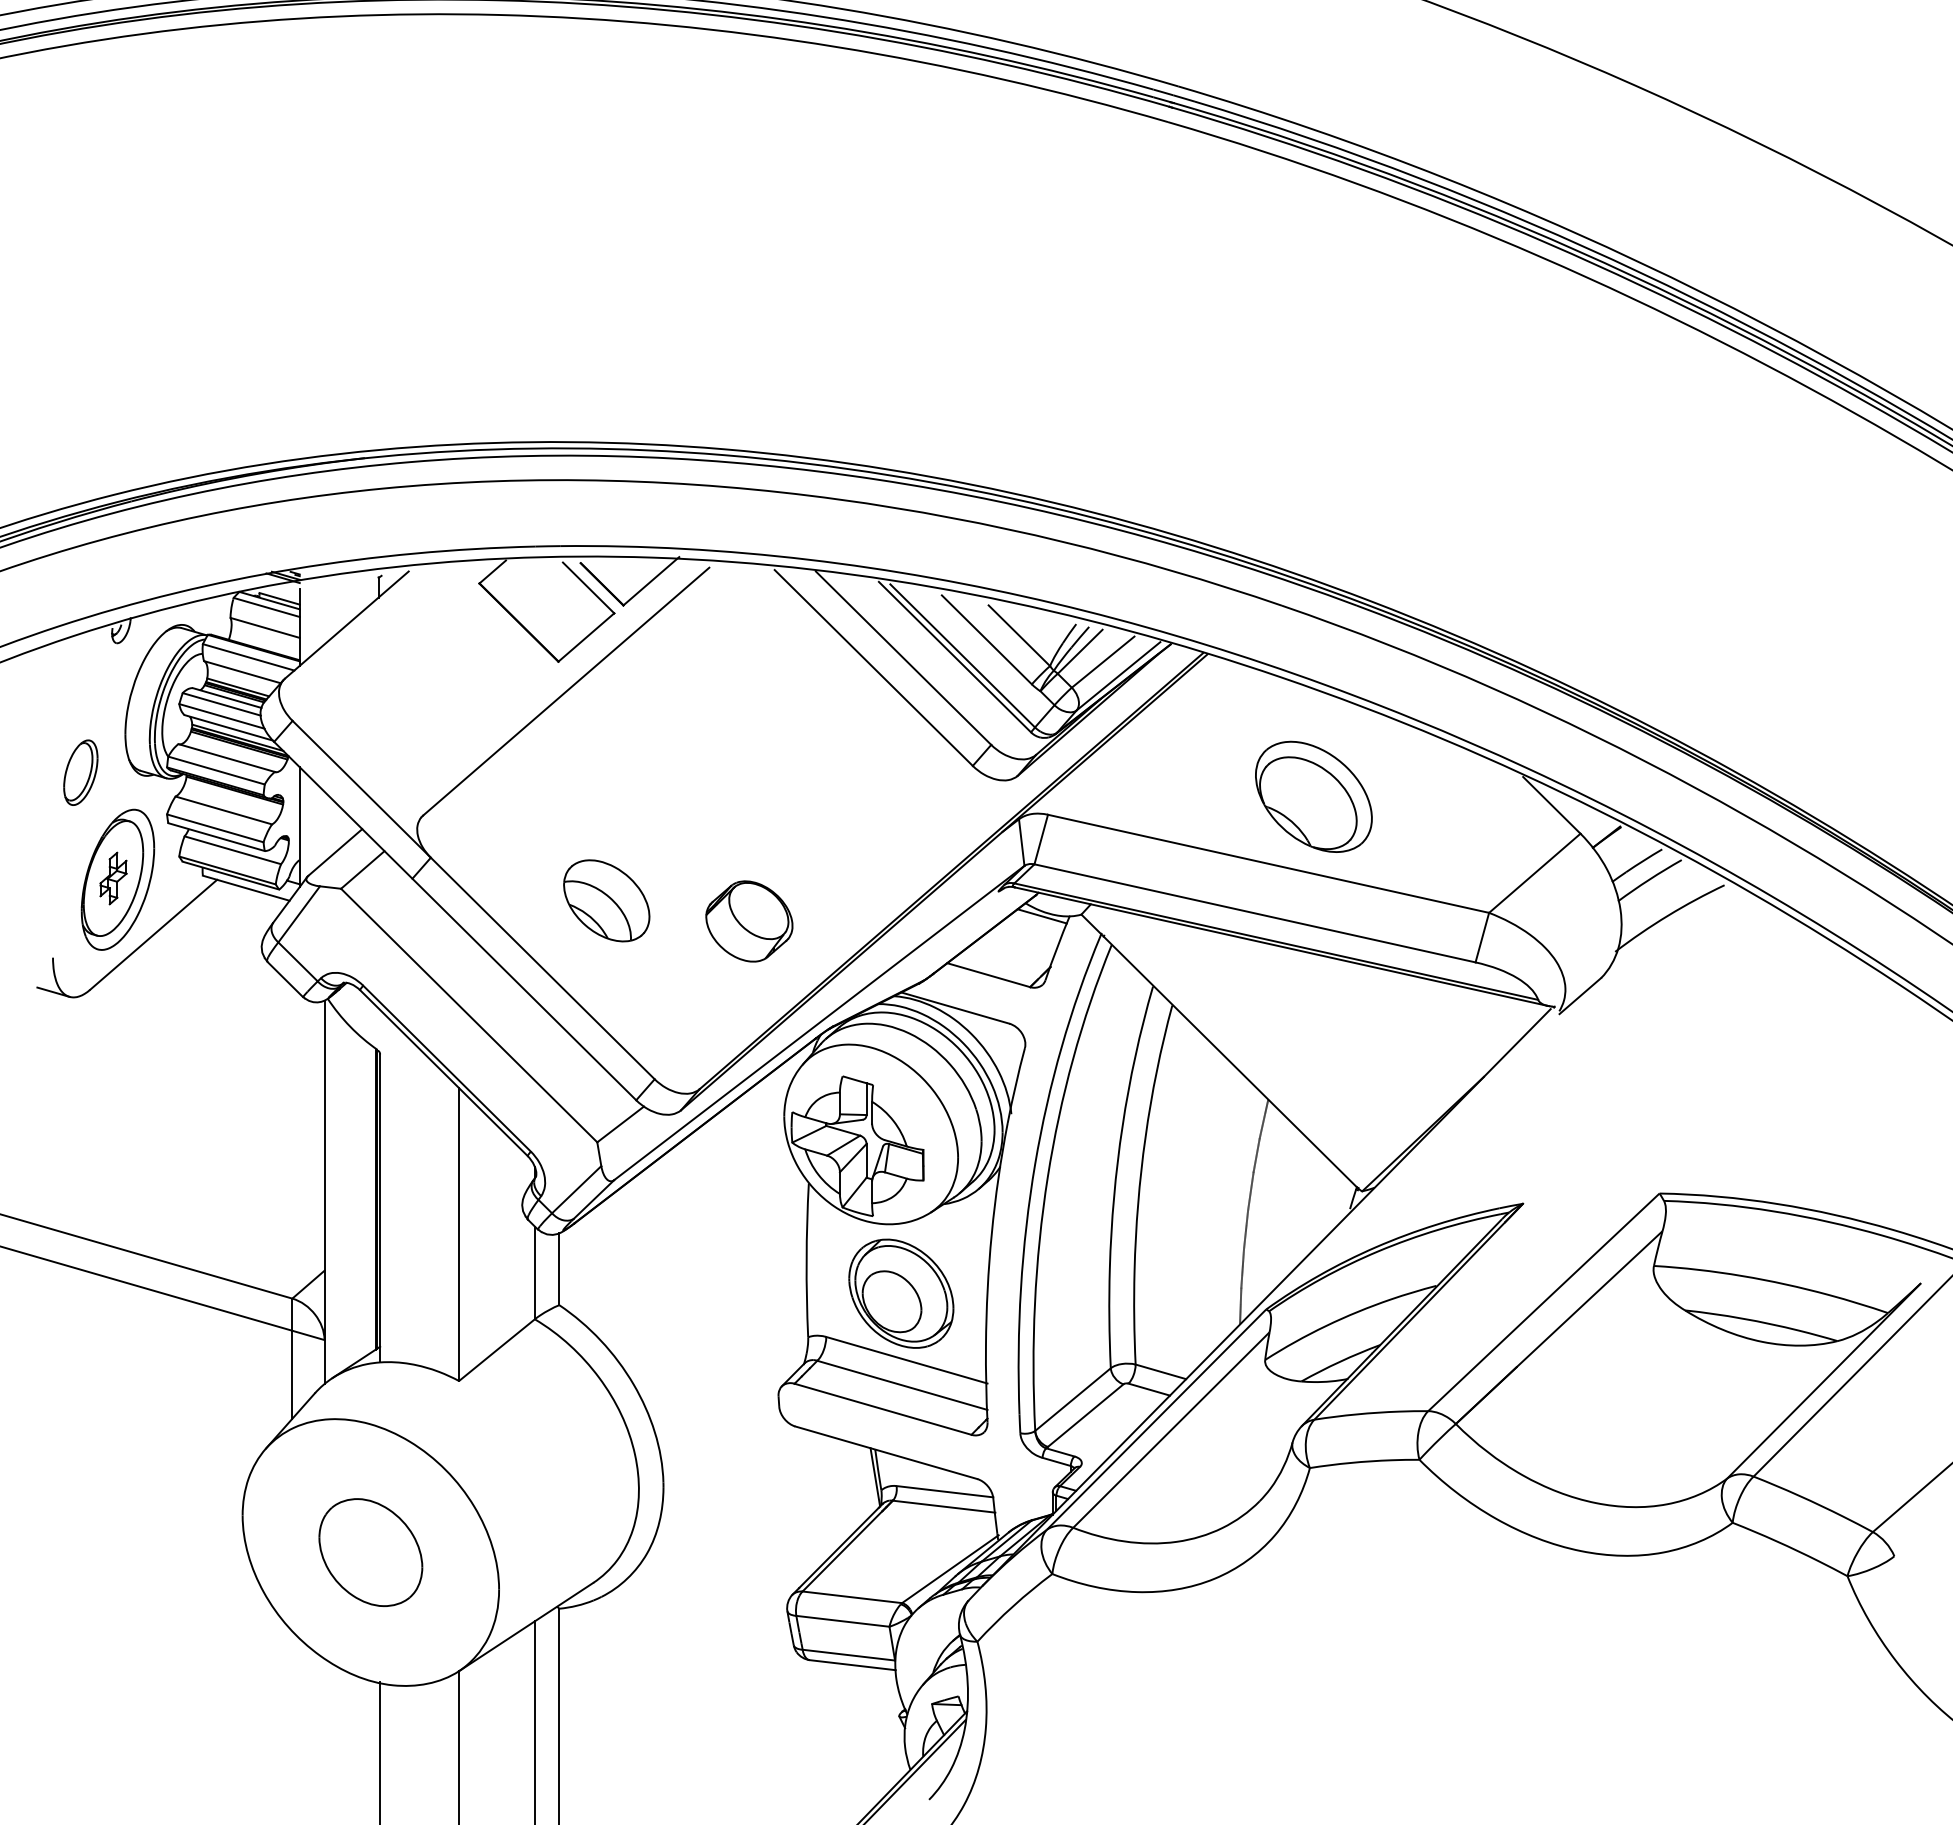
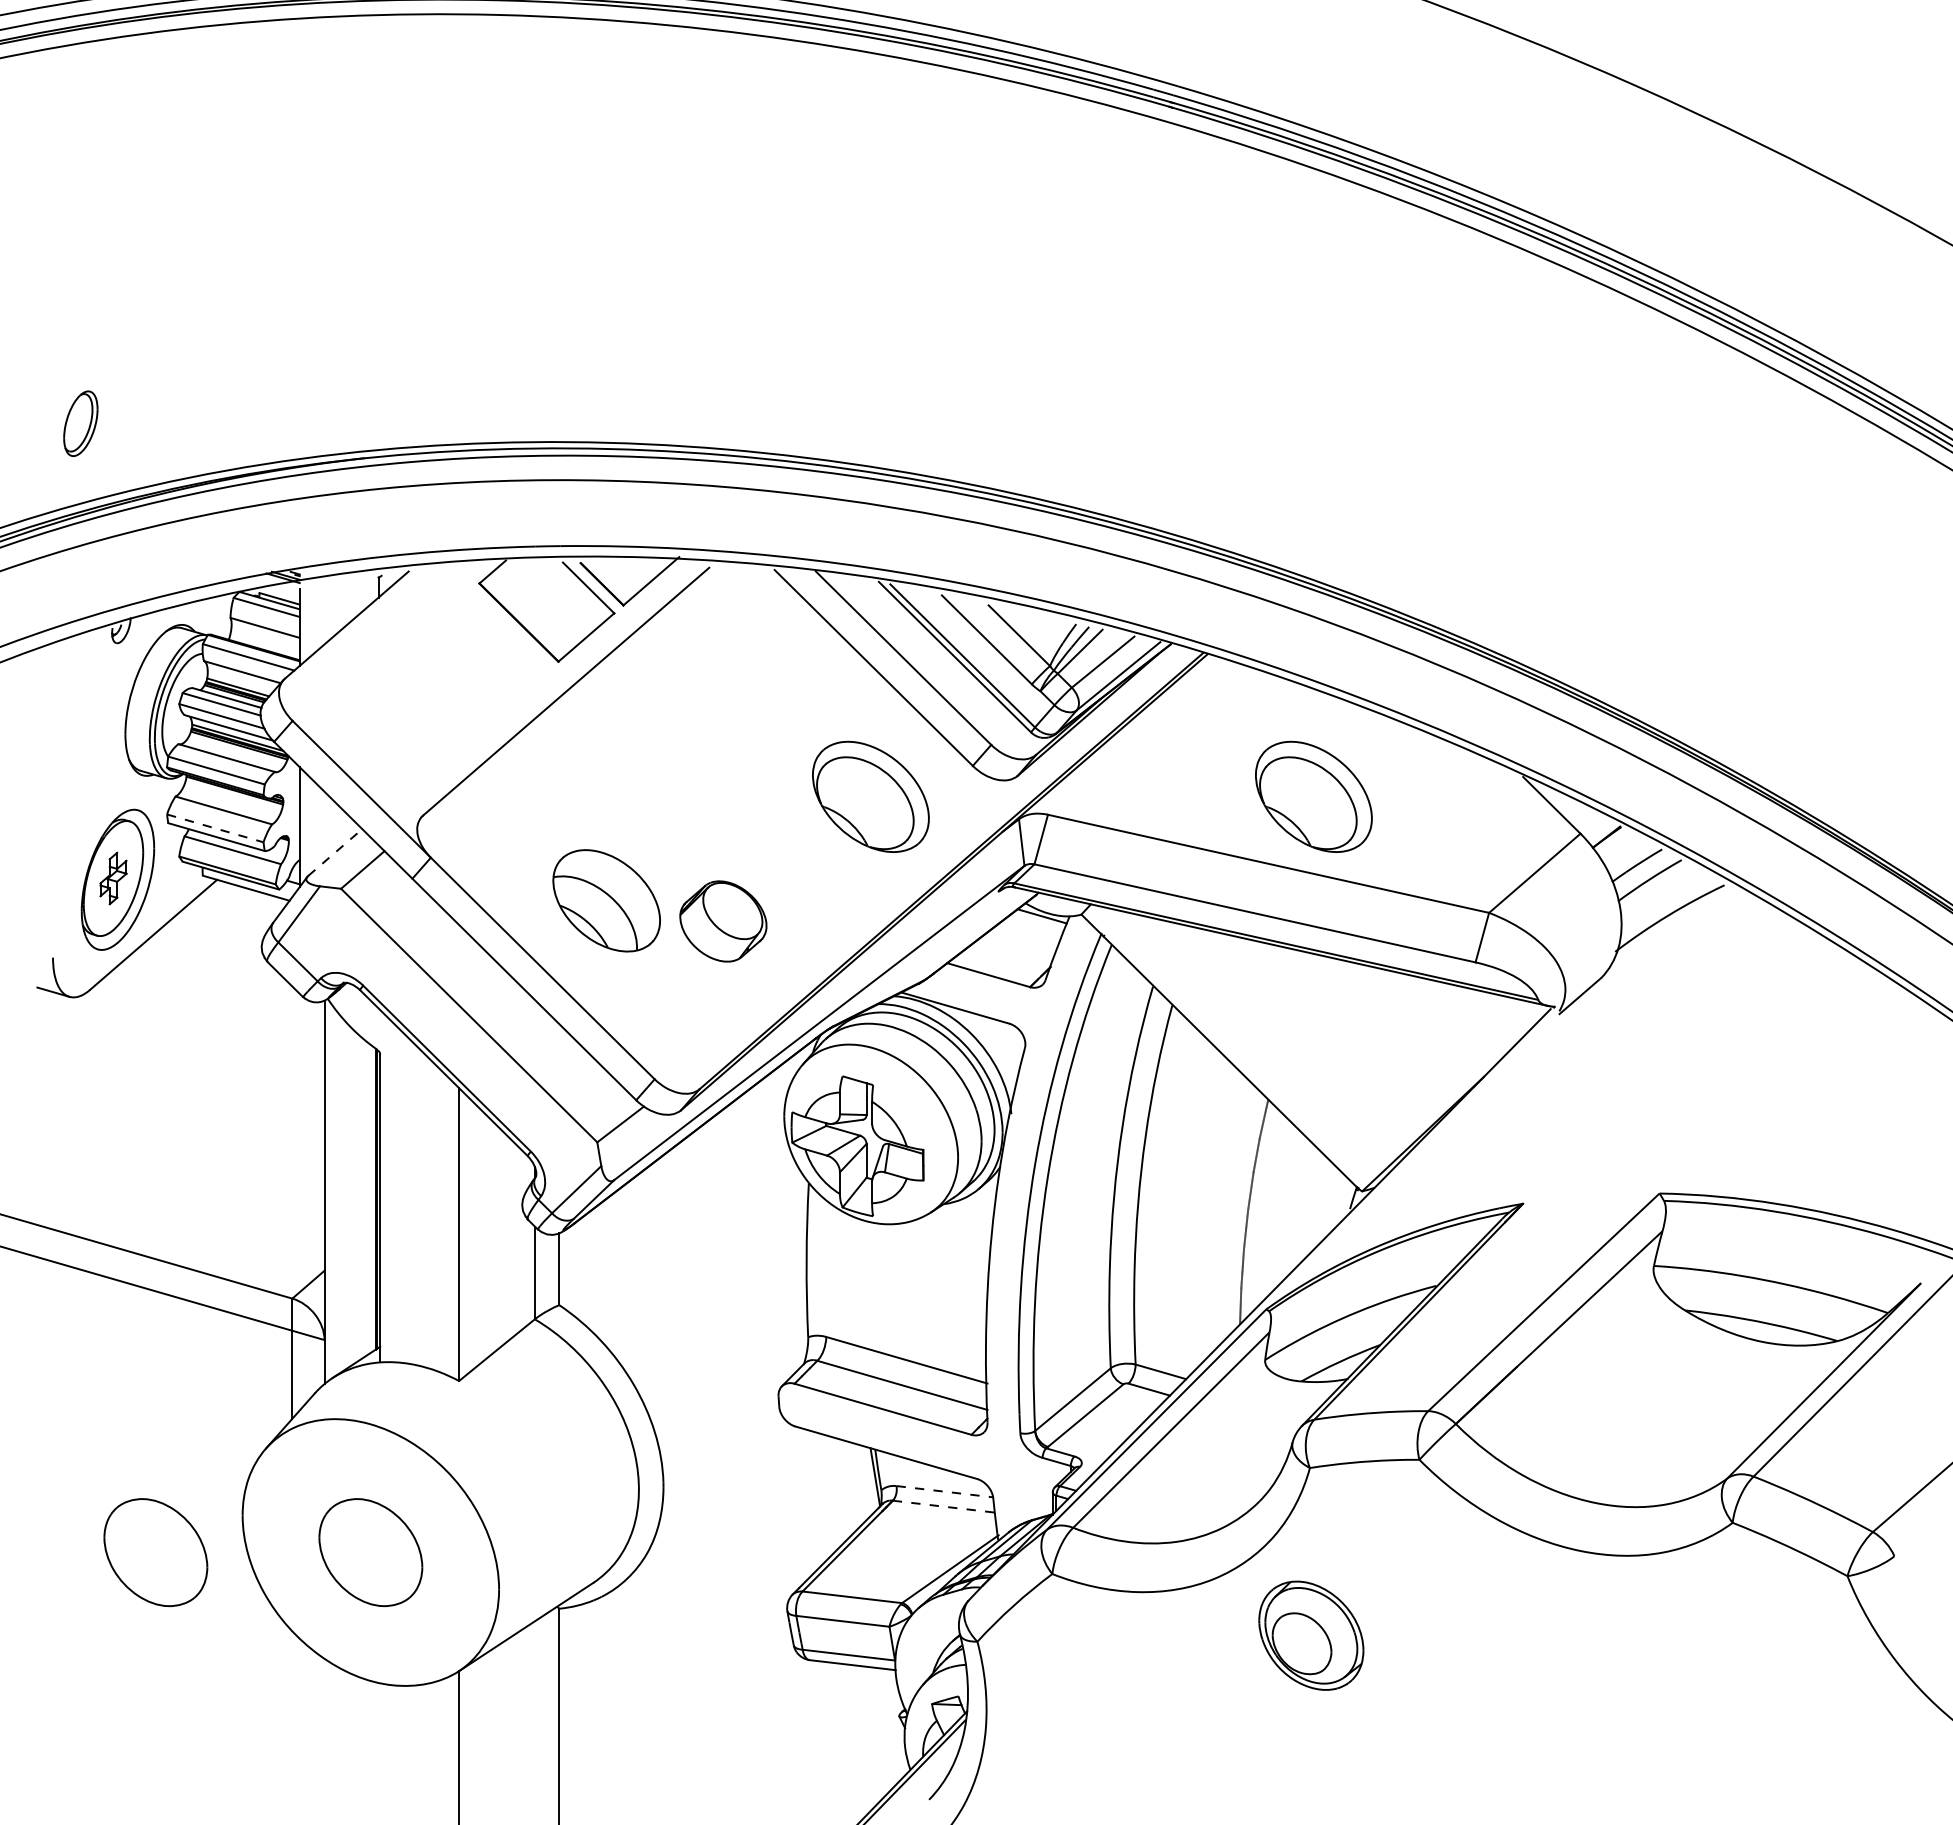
part at (80, 772) position: (80, 772) -> (80, 423)
part at (870, 796): none -> present
line at (215, 828): solid -> dashed
line at (335, 852): solid -> dashed
part at (606, 900) size: 88x84 px -> 109x104 px
part at (749, 921) position: (749, 921) -> (723, 921)
part at (901, 1293) position: (901, 1293) -> (1311, 1635)
line at (944, 1491): solid -> dashed
line at (944, 1506): solid -> dashed
part at (155, 1552): none -> present
line at (534, 1721): present -> none
line at (380, 1751): present -> none
